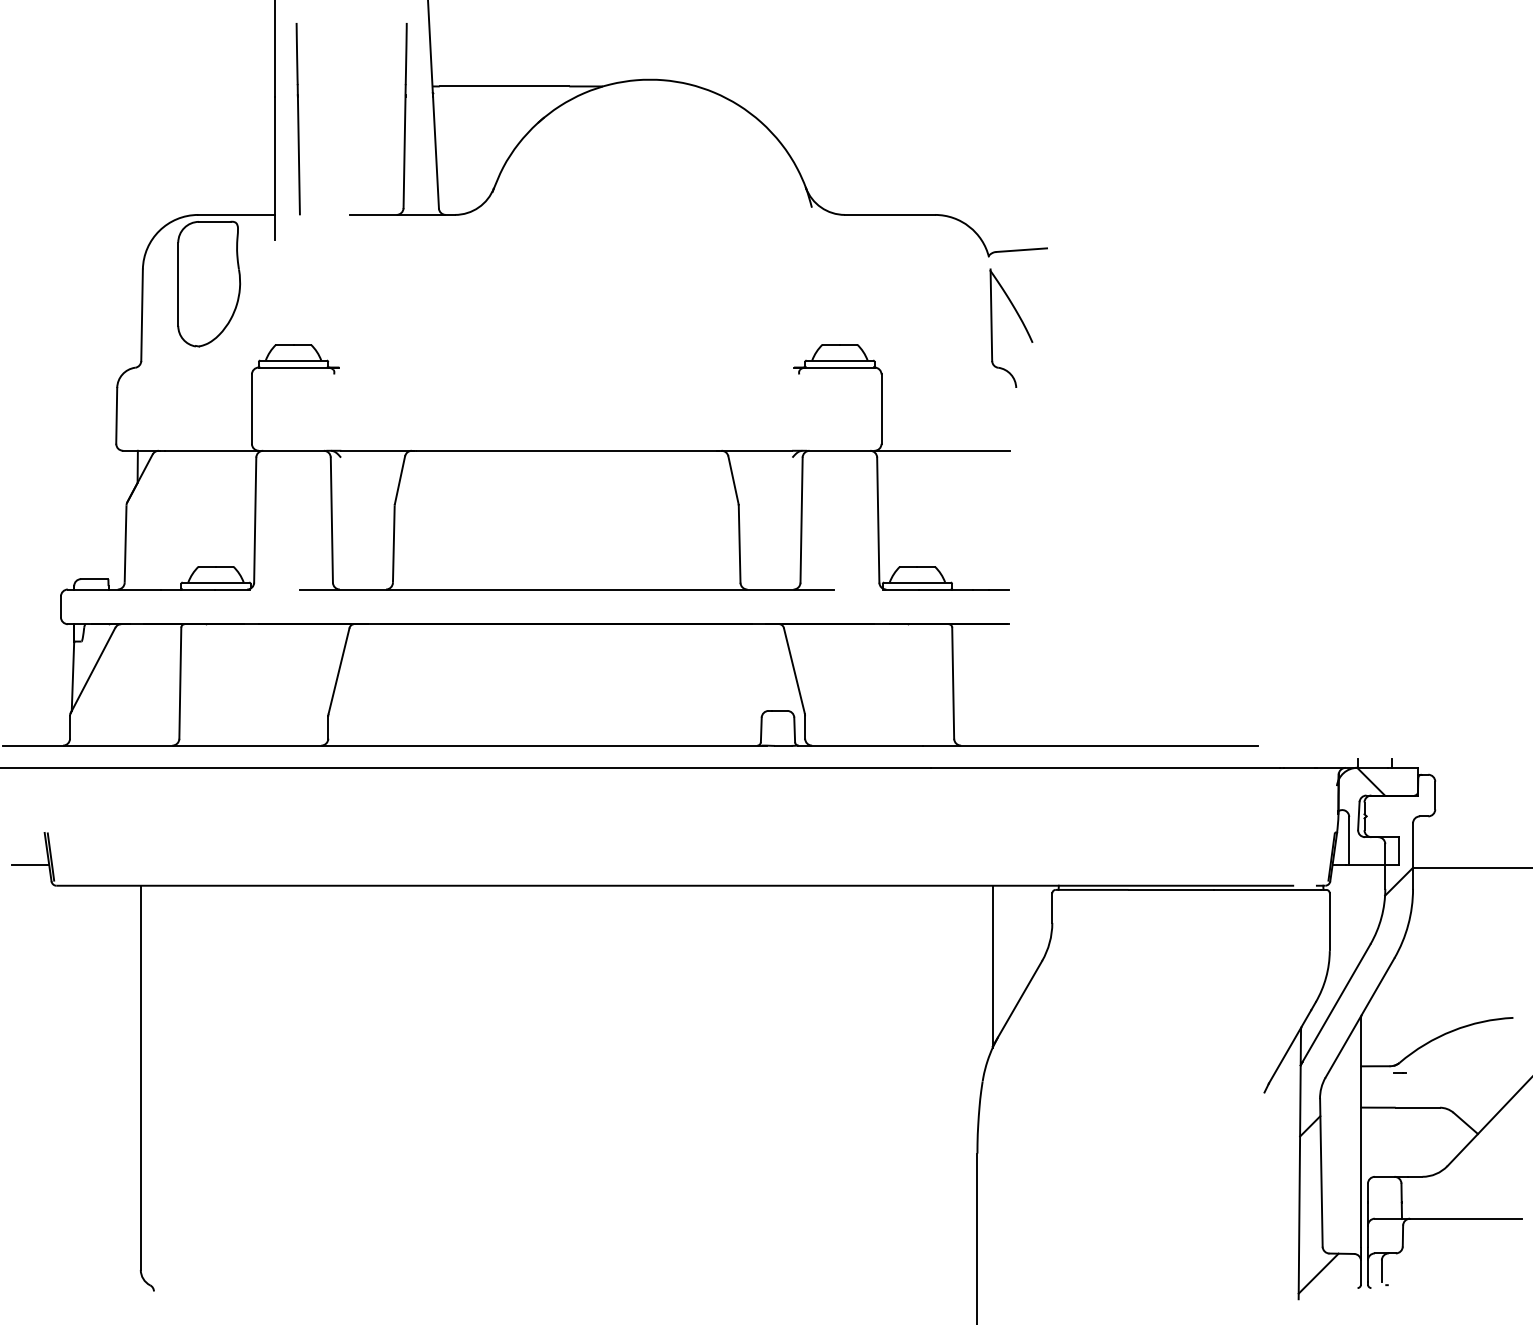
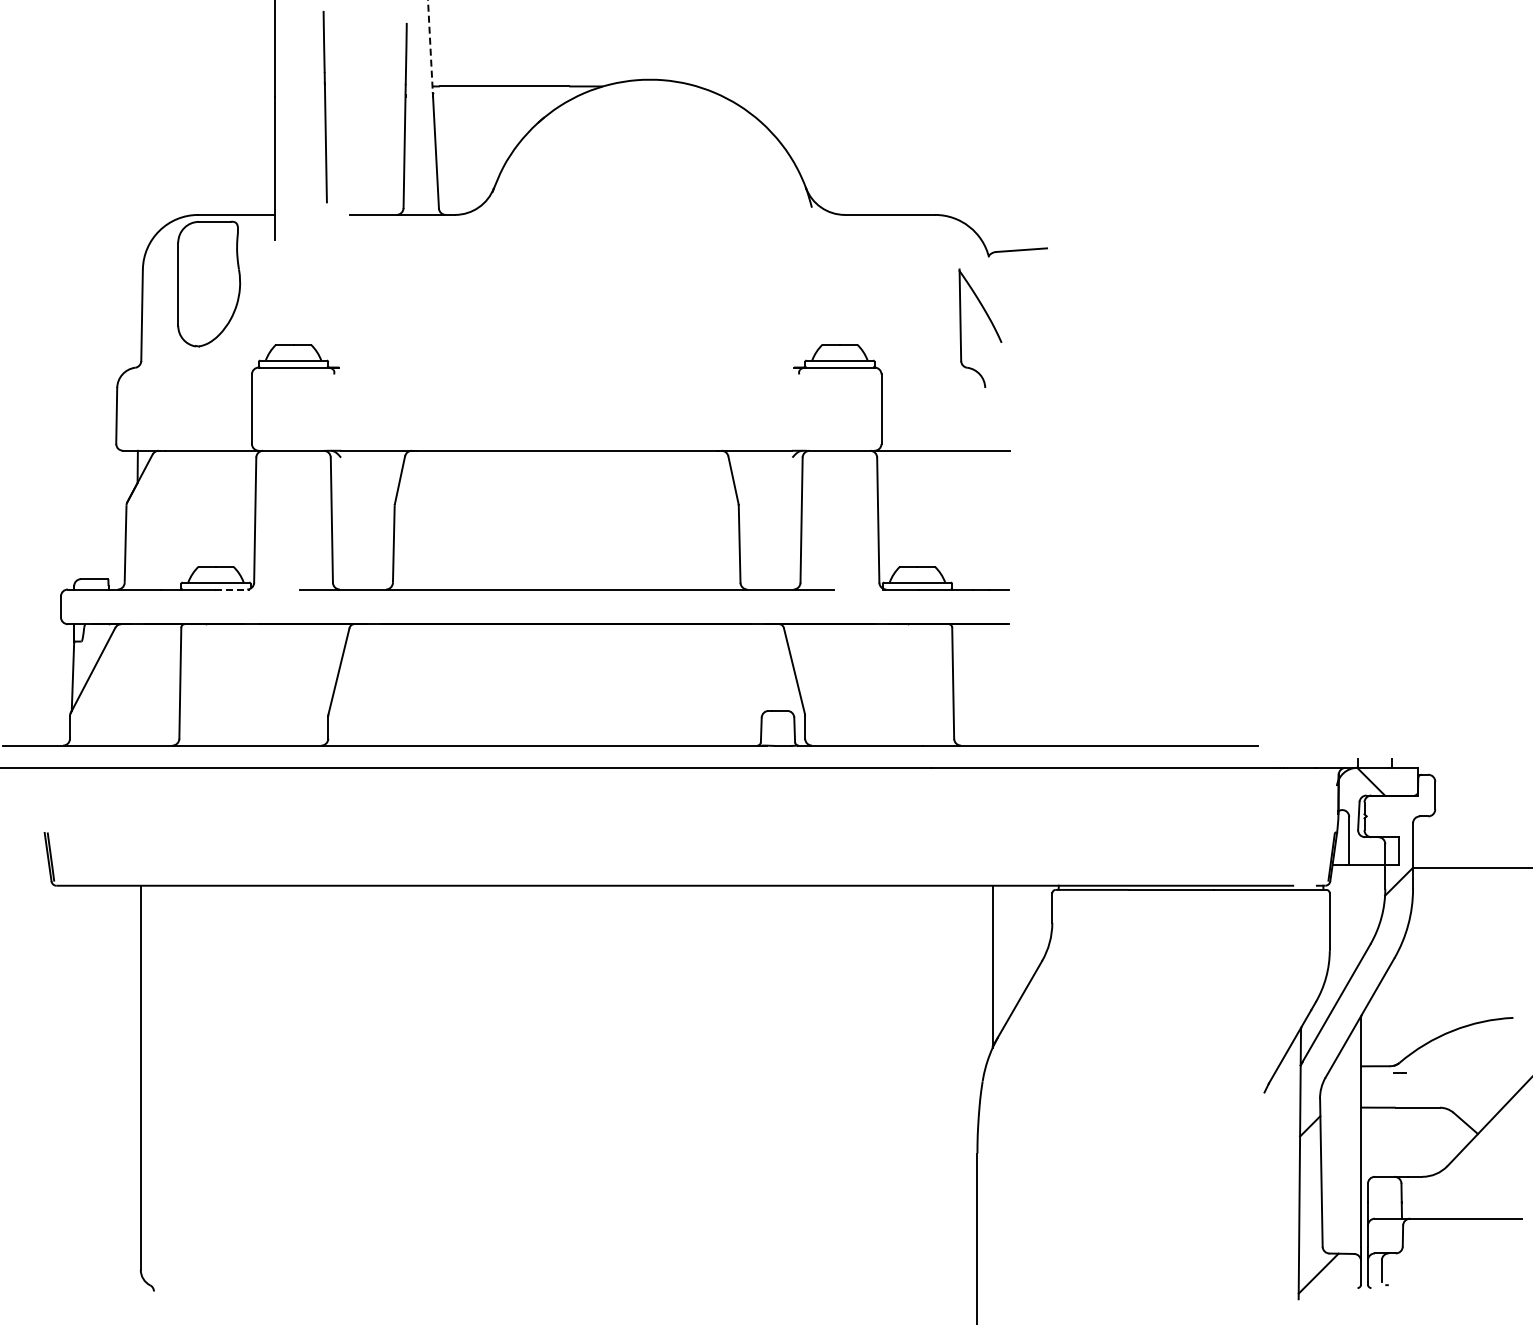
line at (430, 47): solid -> dashed
line at (297, 119) position: (297, 119) -> (324, 107)
part at (1021, 322) position: (1021, 322) -> (990, 322)
line at (232, 589): solid -> dashed
line at (30, 864): present -> none
